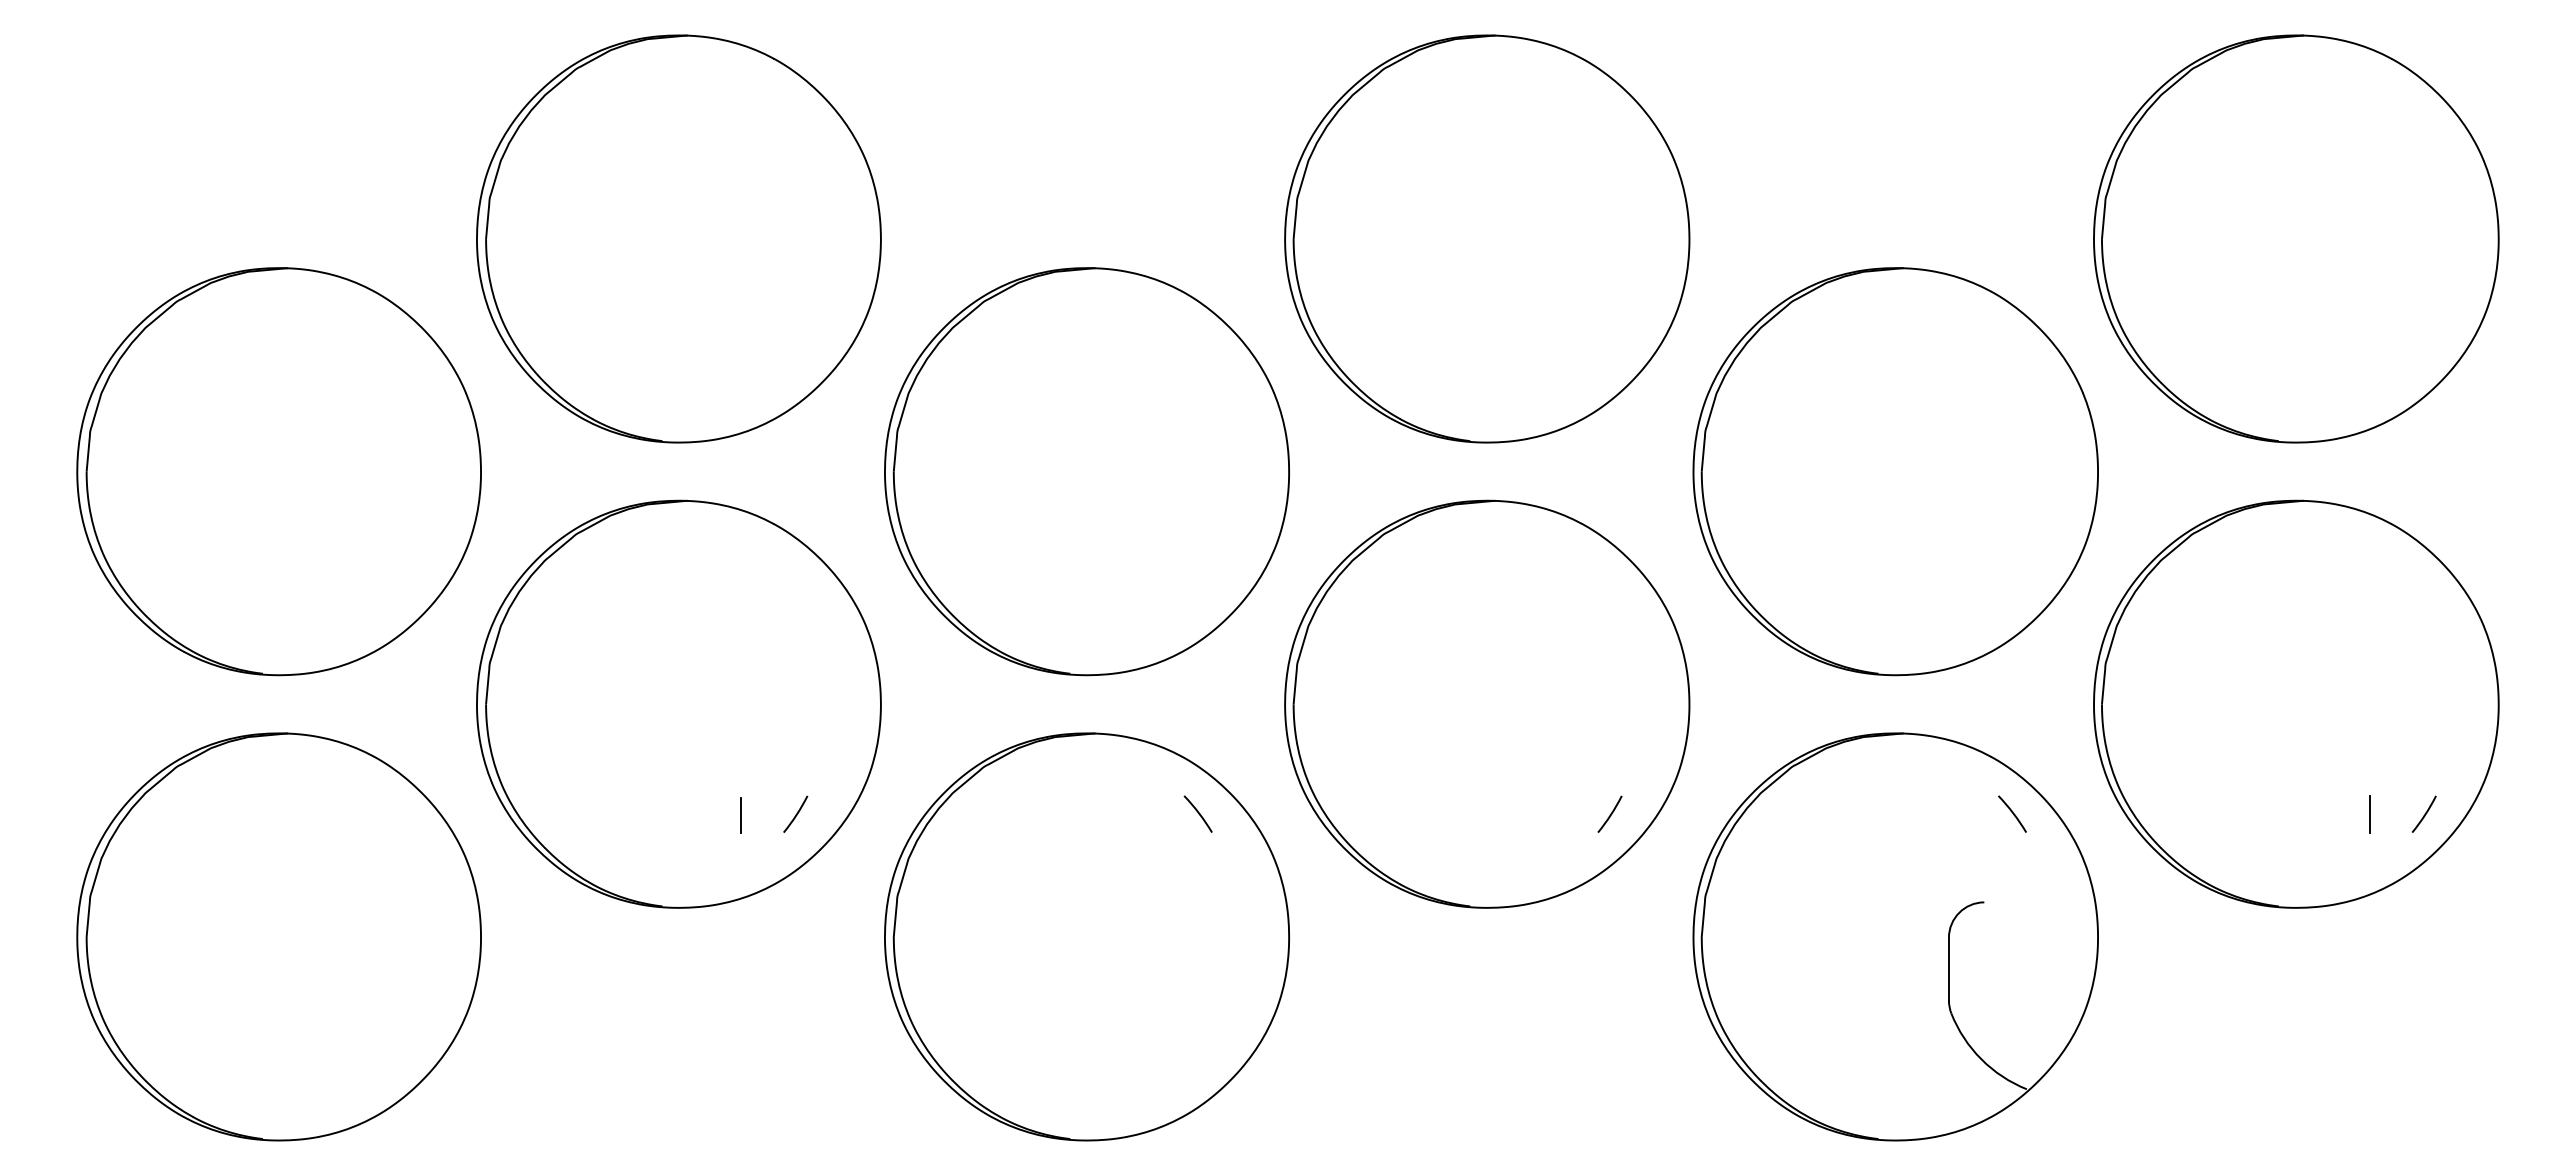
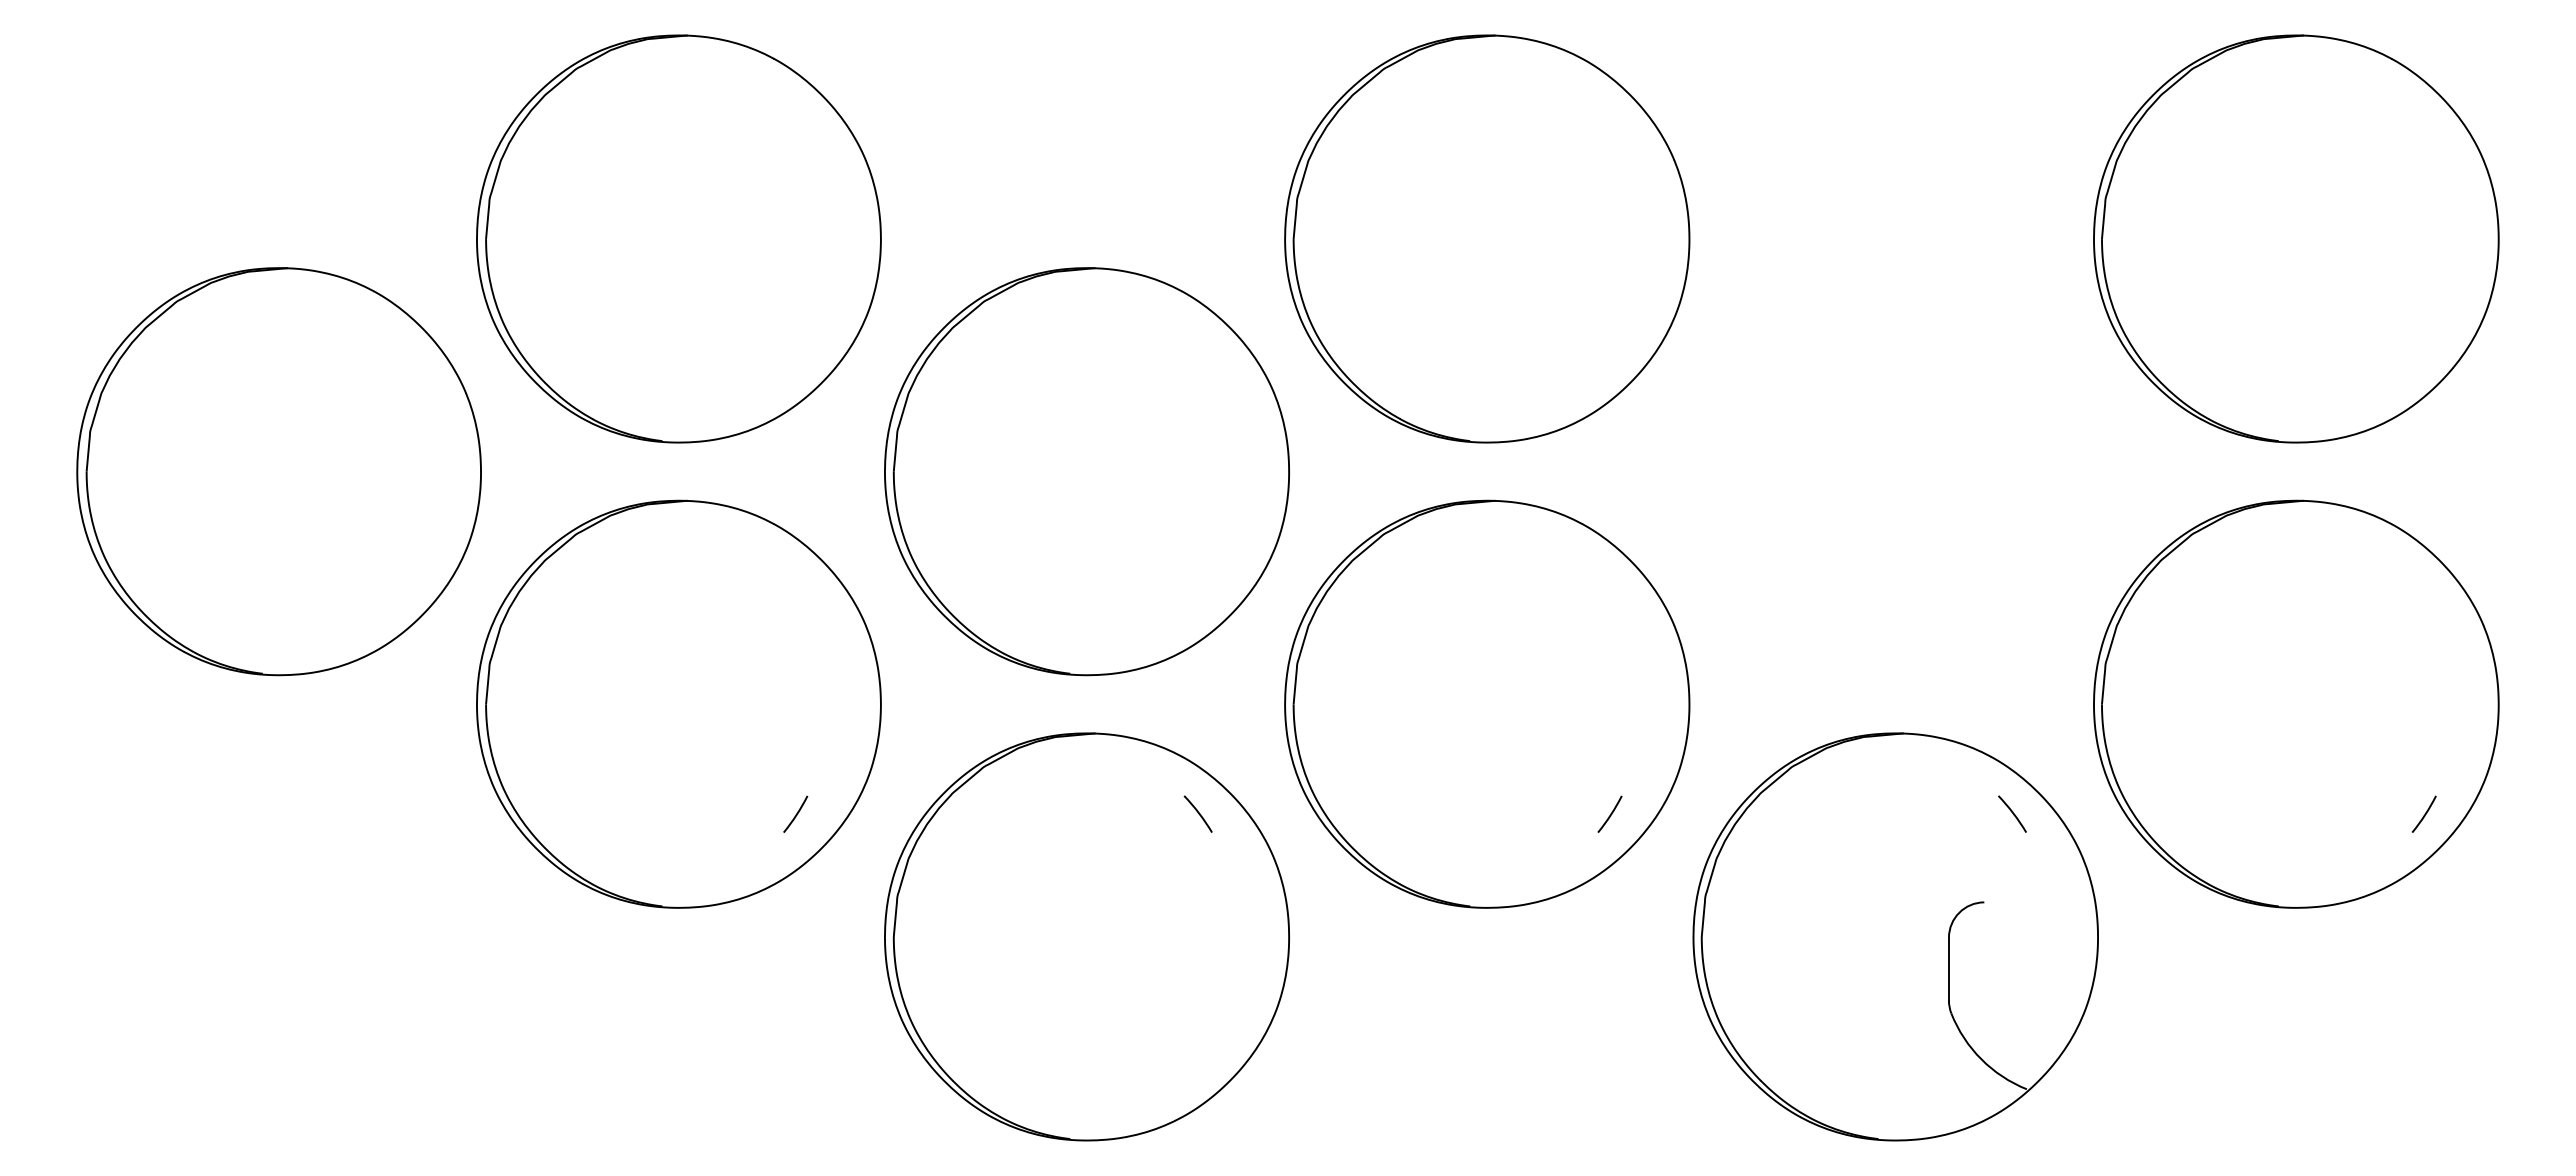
part at (1895, 471): present -> none
line at (2369, 813): present -> none
line at (741, 815): present -> none
part at (278, 936): present -> none
